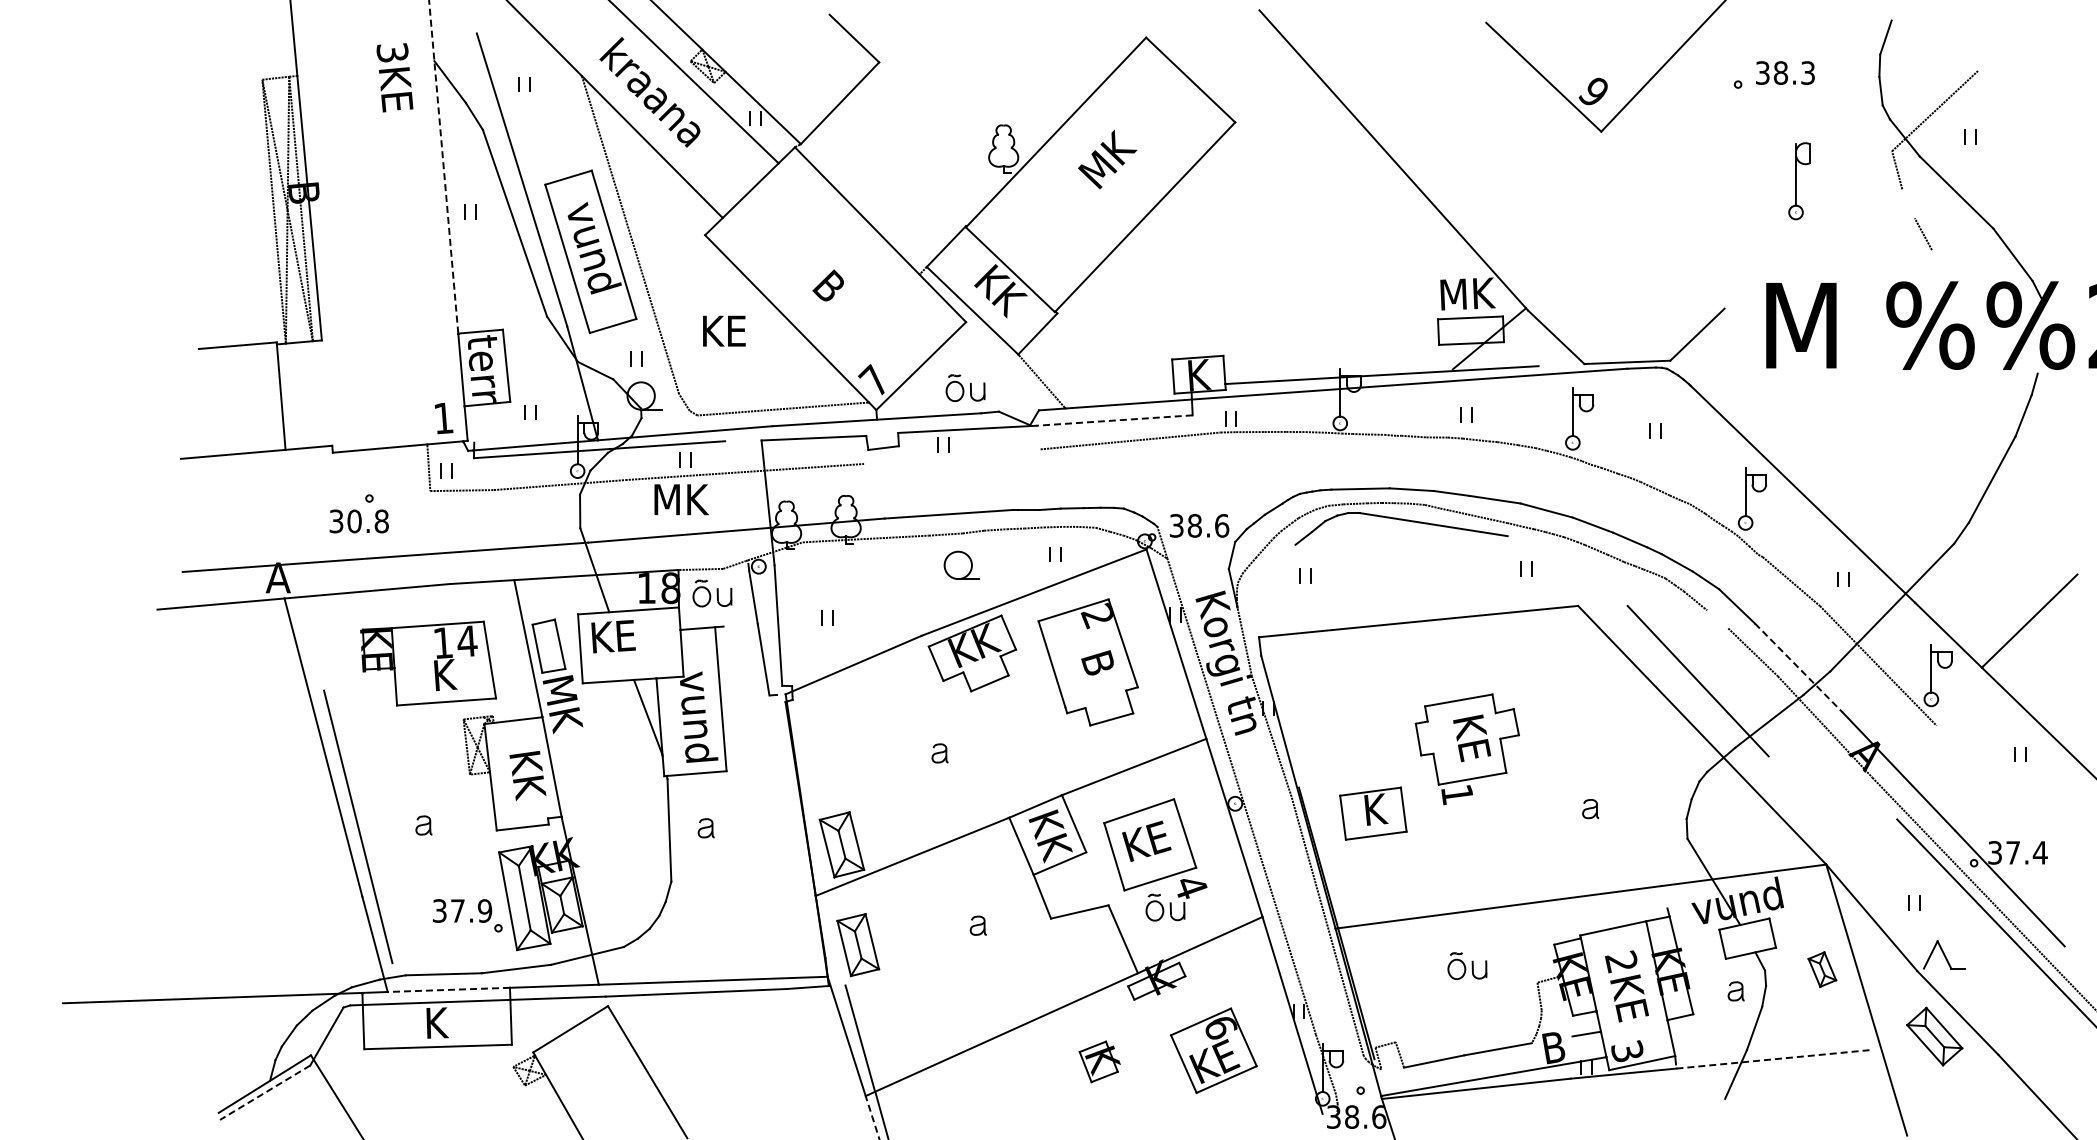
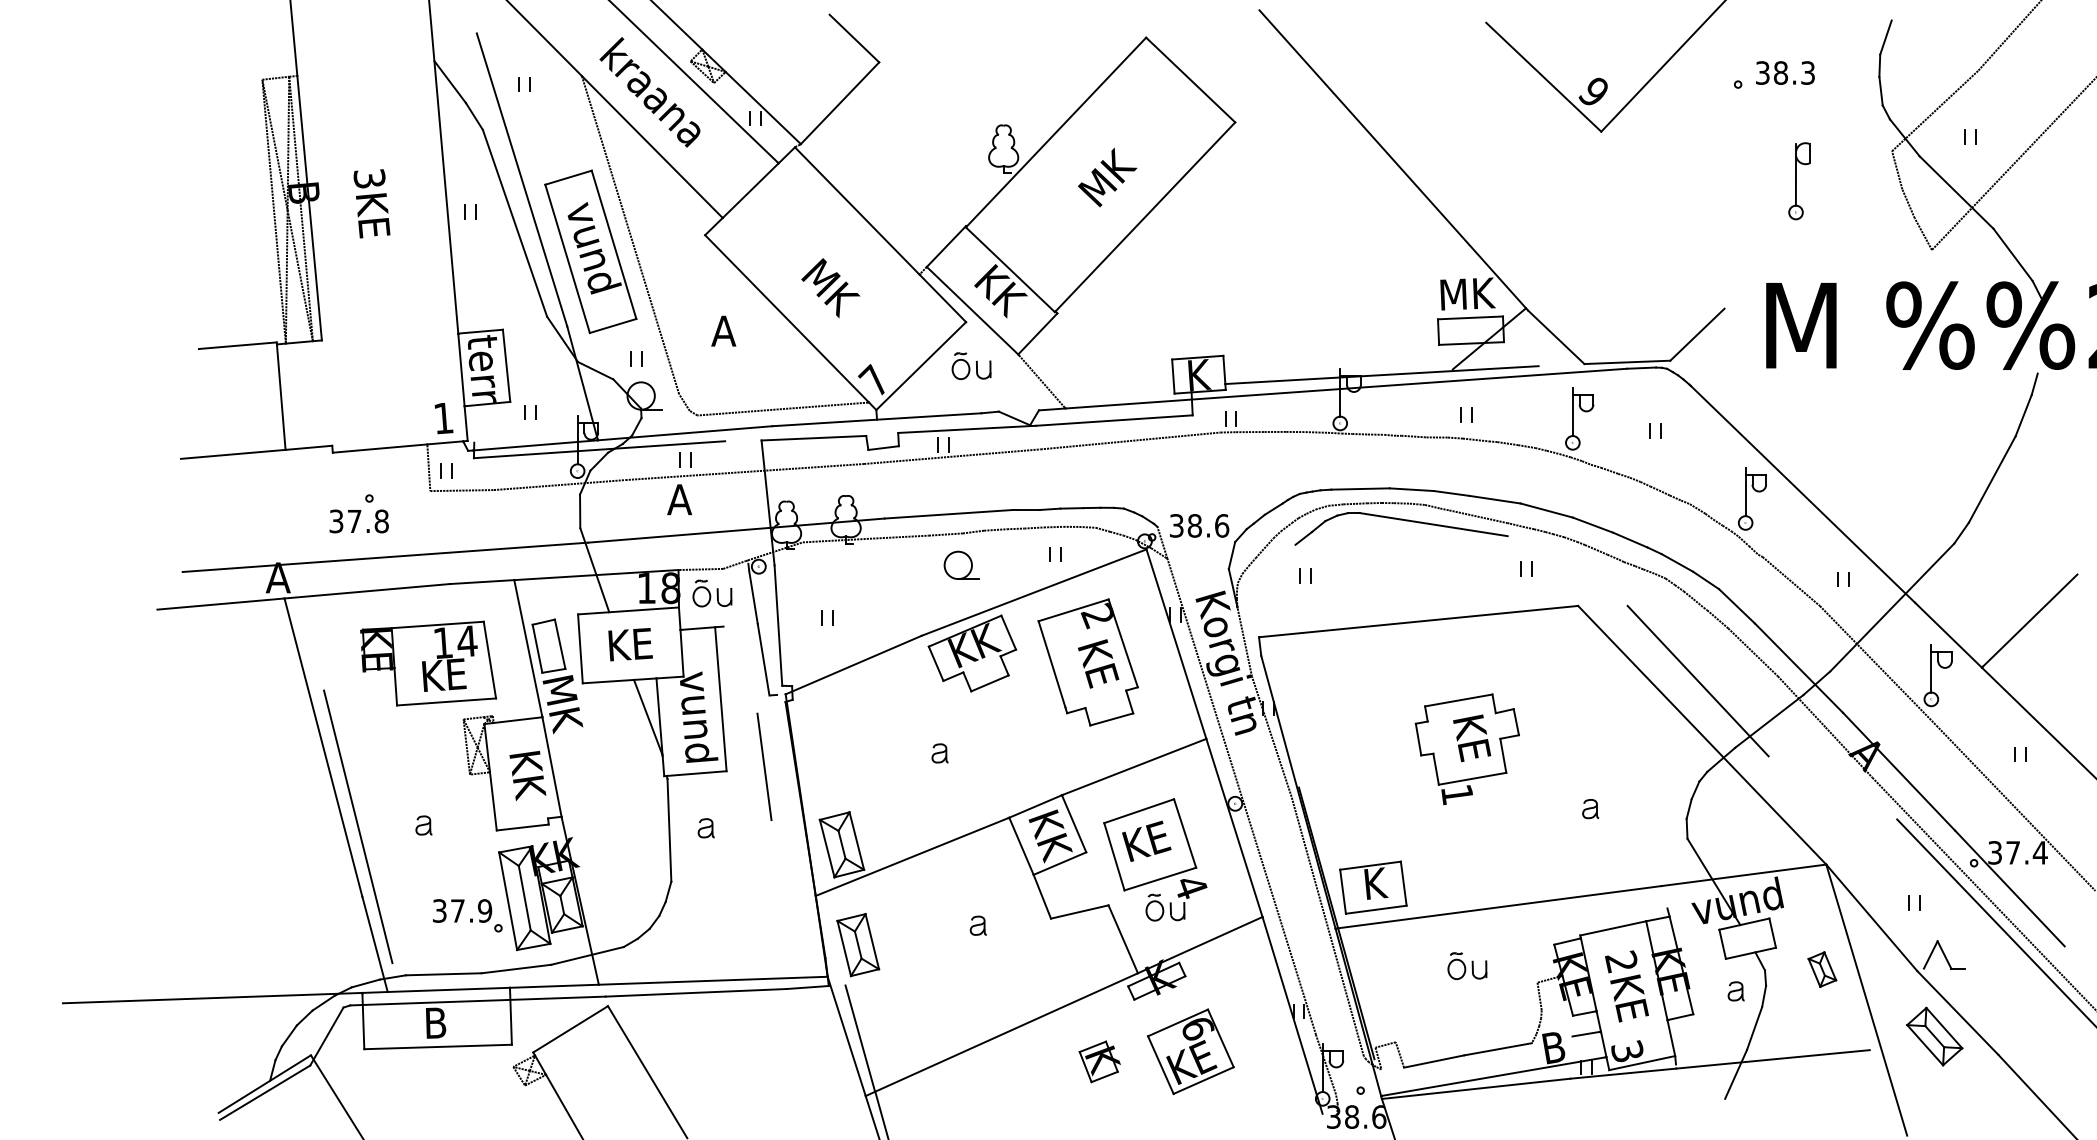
line at (2008, 36): none -> present
text at (394, 77) position: (394, 77) -> (371, 203)
text at (1107, 159) position: (1107, 159) -> (1107, 177)
line at (2012, 165): none -> present
line at (443, 166): dashed -> solid
line at (1908, 203): none -> present
text at (830, 288): B -> MK
text at (724, 330): KE -> A
part at (965, 387) position: (965, 387) -> (971, 365)
line at (1113, 420): dashed -> solid
line at (952, 456): none -> present
text at (681, 499): MK -> A
text at (354, 521): 30.8 -> 37.8
line at (1717, 619): none -> present
text at (613, 636) position: (613, 636) -> (630, 644)
text at (1098, 663): B -> KE
line at (1798, 668): dashed -> solid
text at (444, 674): K -> KE
line at (764, 766): none -> present
line at (2014, 806): none -> present
part at (1373, 813) position: (1373, 813) -> (1373, 887)
line at (448, 989): dashed -> solid
text at (437, 1022): K -> B
part at (1213, 1050) position: (1213, 1050) -> (1190, 1051)
line at (1773, 1059): dashed -> solid
line at (265, 1092): dashed -> solid
line at (872, 1117): dashed -> solid
